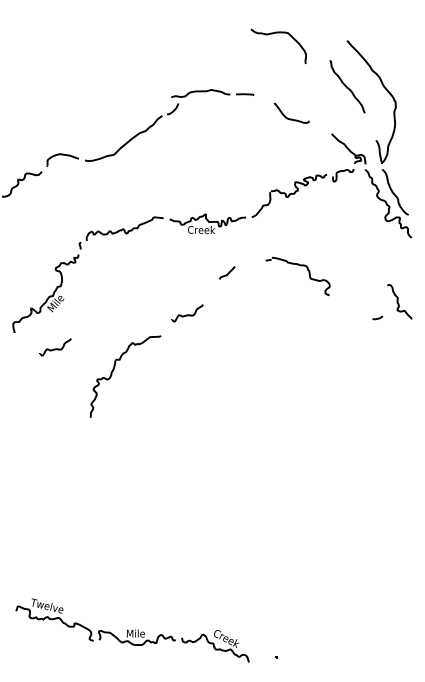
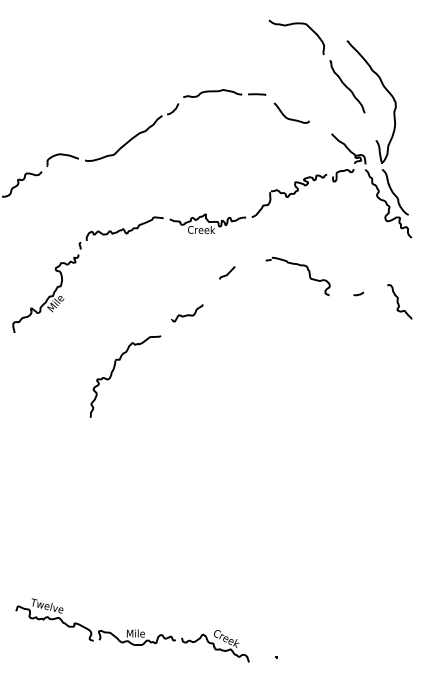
curve at (278, 33) position: (278, 33) -> (296, 24)
part at (212, 93) position: (212, 93) -> (224, 93)
line at (377, 317) position: (377, 317) -> (358, 293)
curve at (55, 348): present -> none
